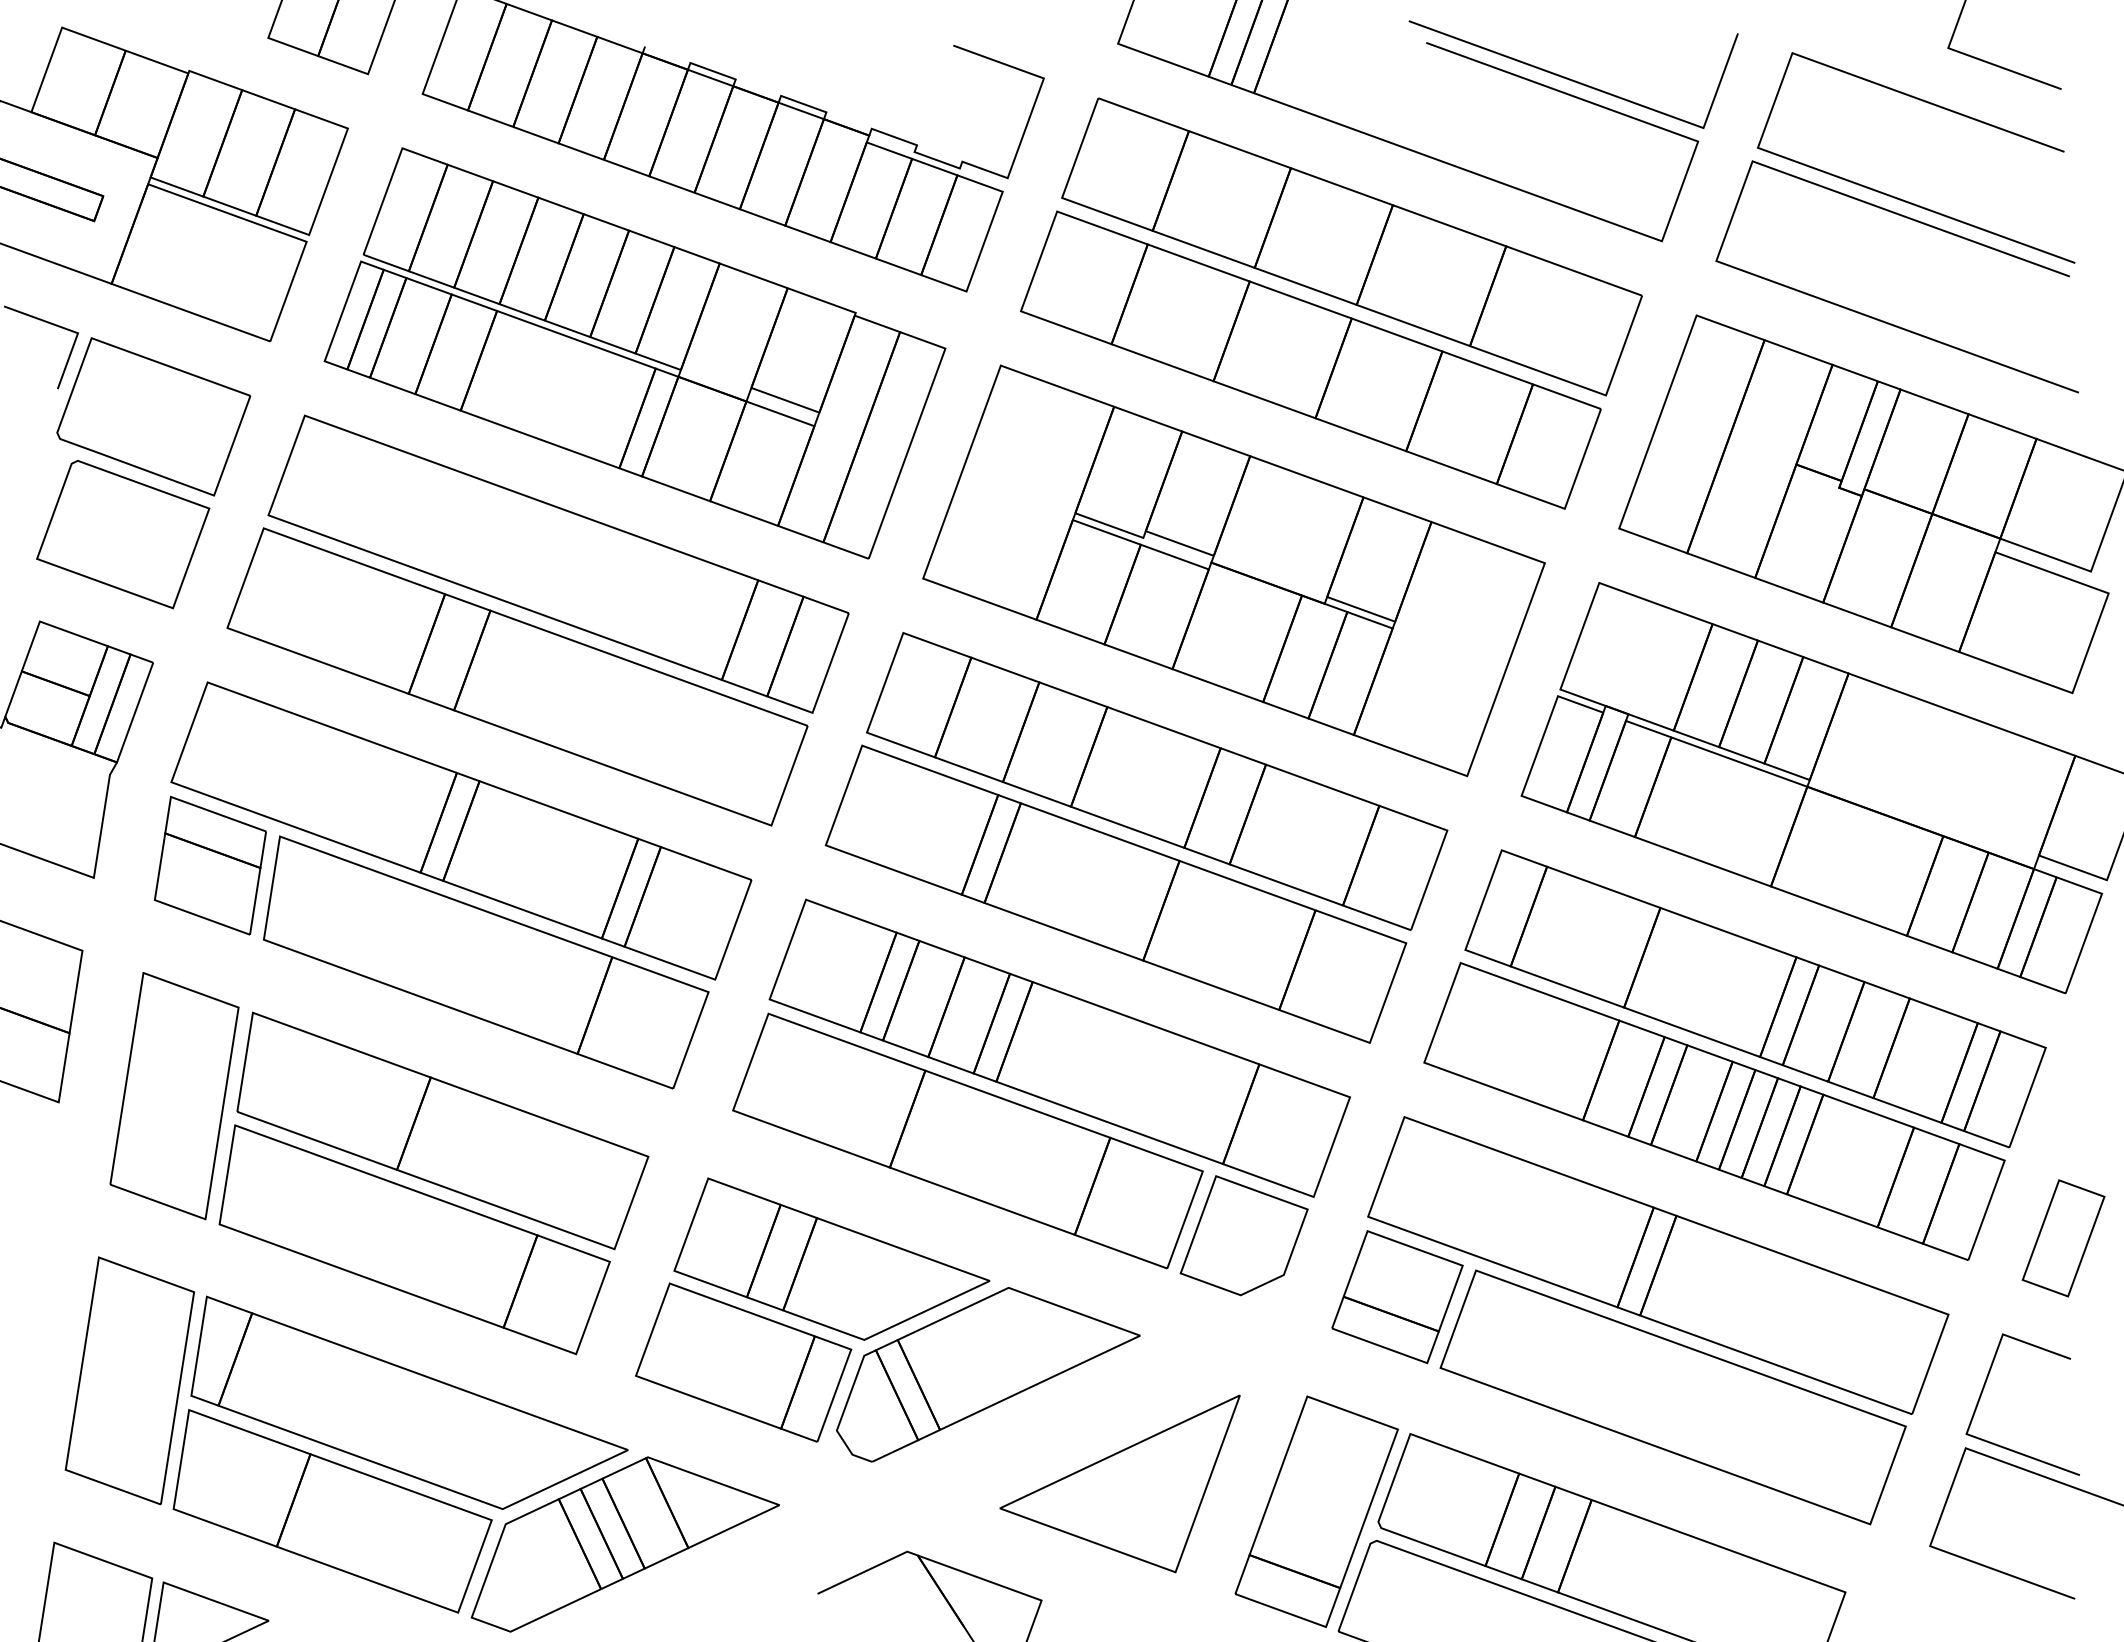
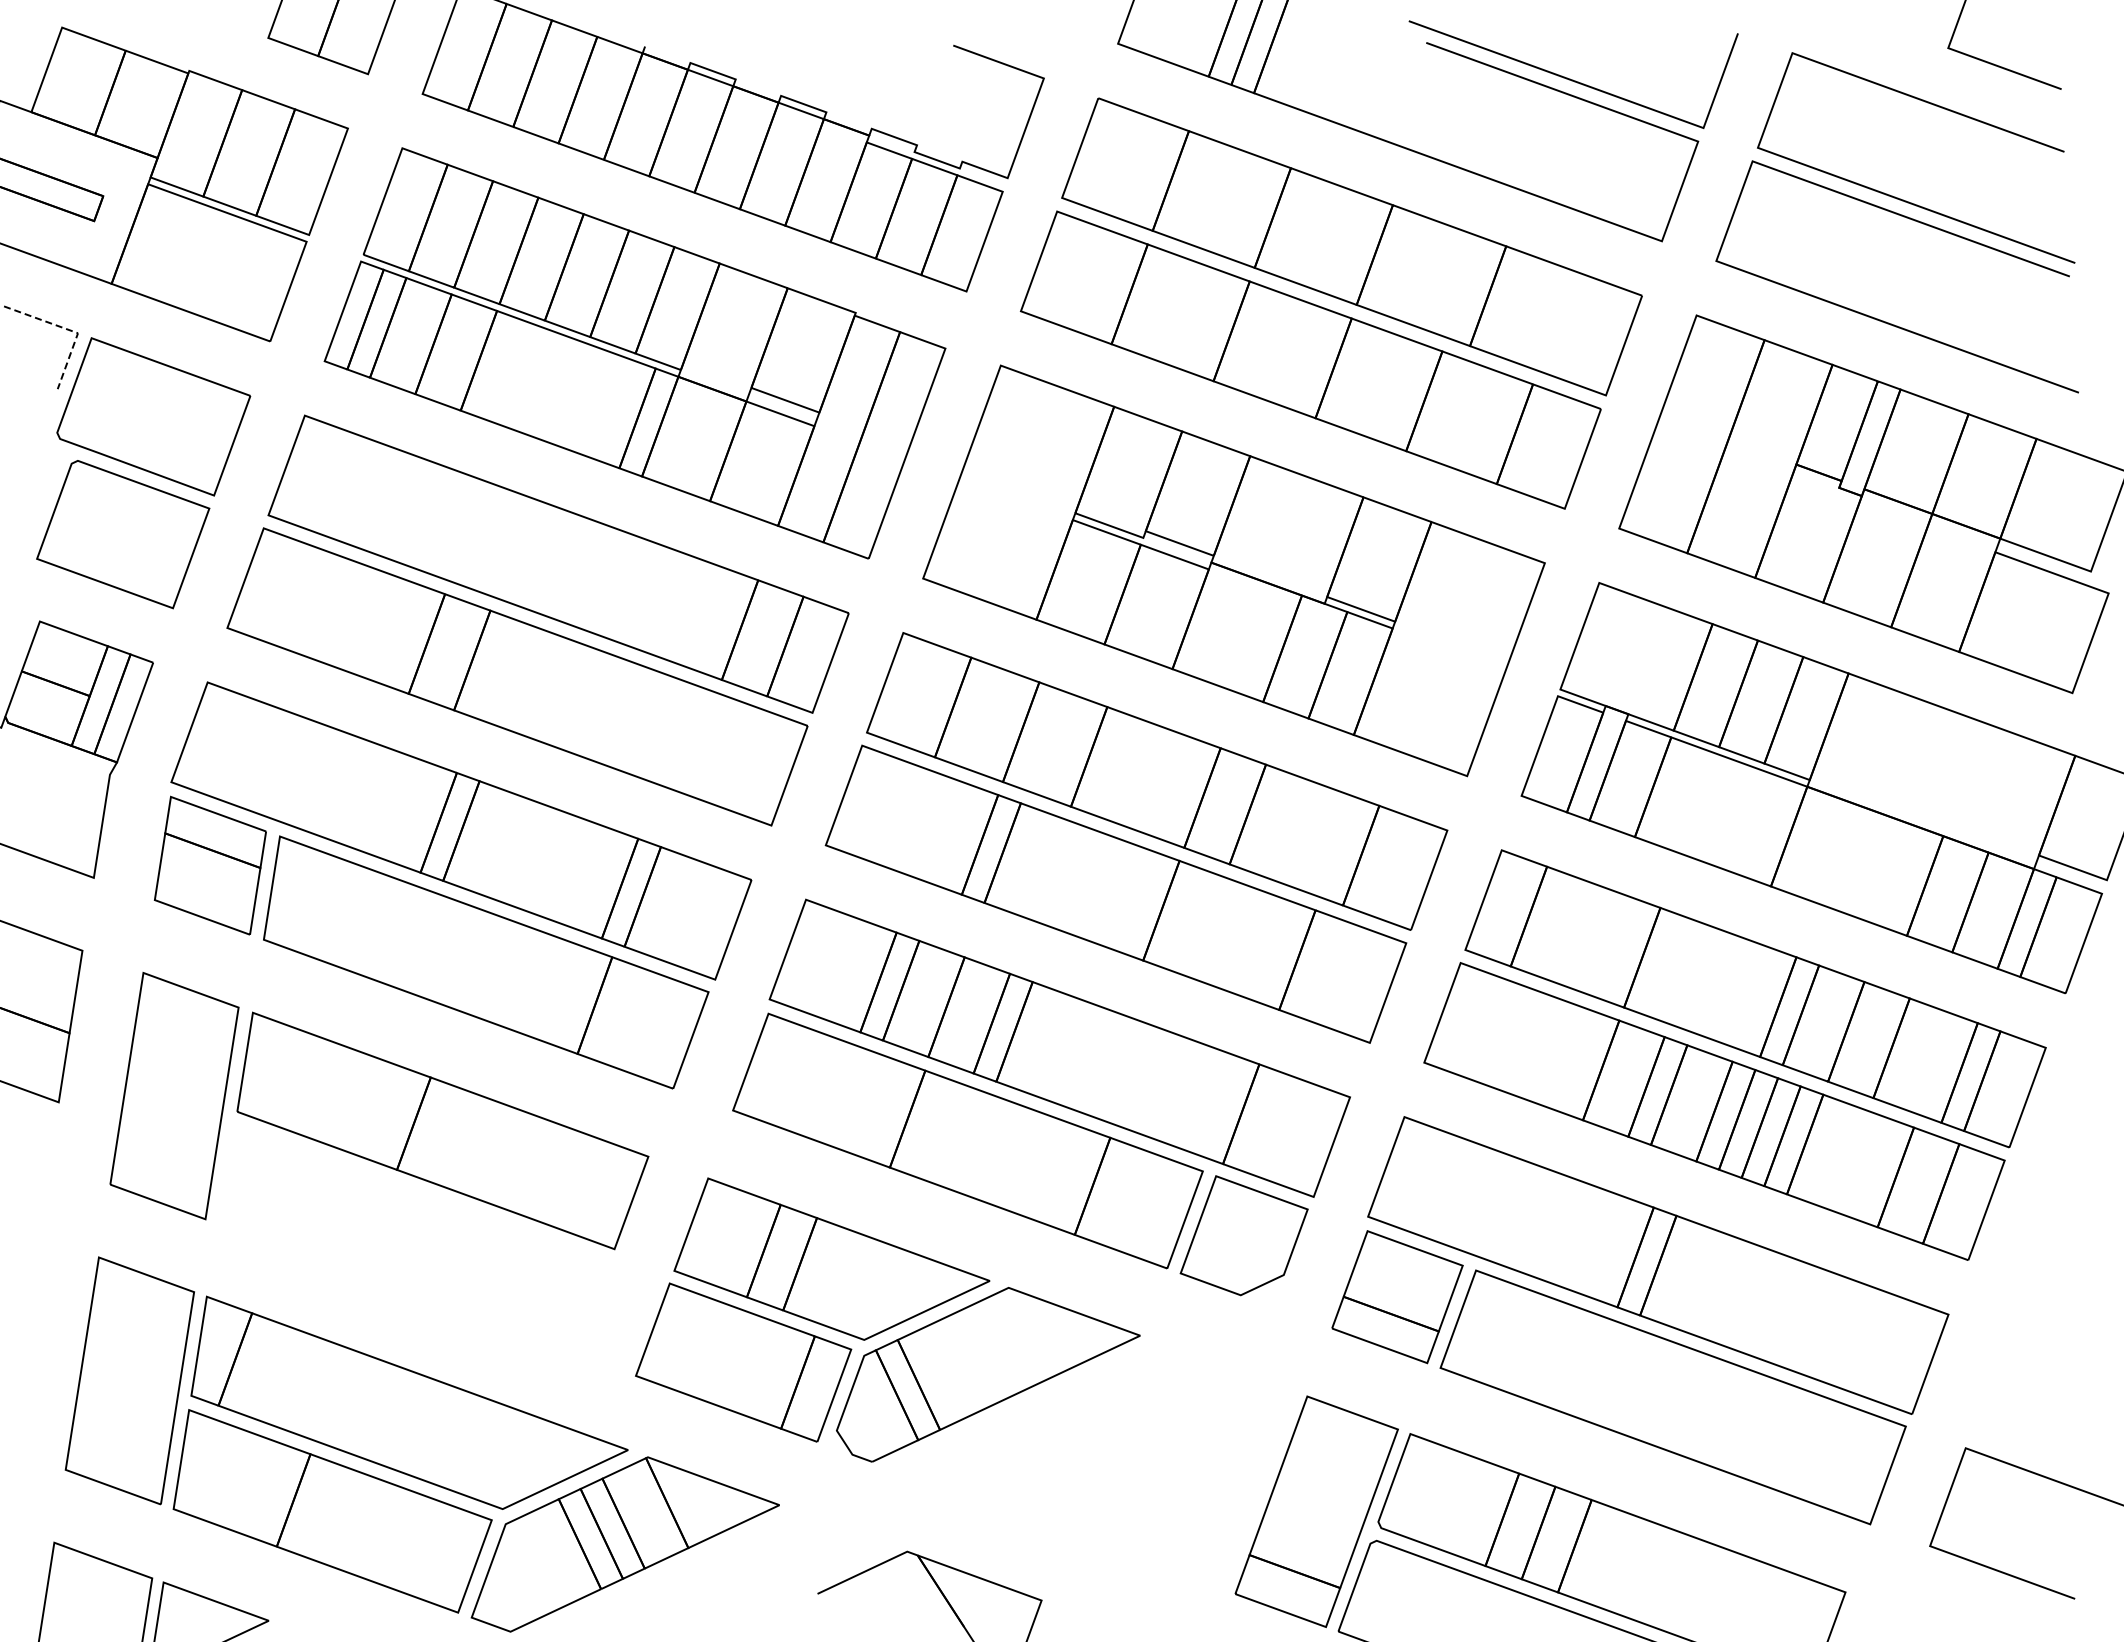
line at (70, 330): solid -> dashed
part at (2063, 1238): present -> none
part at (414, 1239): present -> none
curve at (1983, 1391): present -> none
part at (1119, 1483): present -> none
